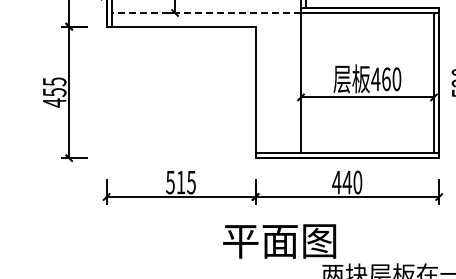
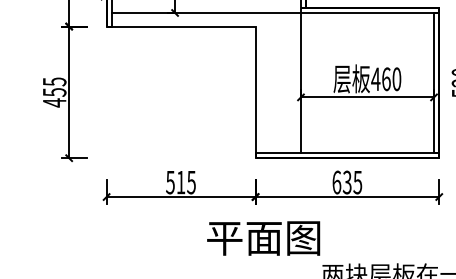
line at (206, 12): dashed -> solid
text at (347, 182): 440 -> 635
text at (279, 241) position: (279, 241) -> (263, 238)
